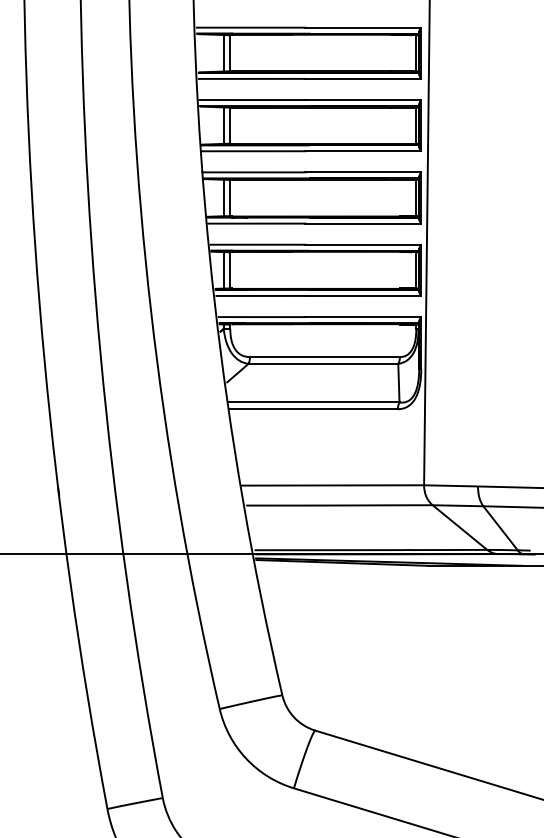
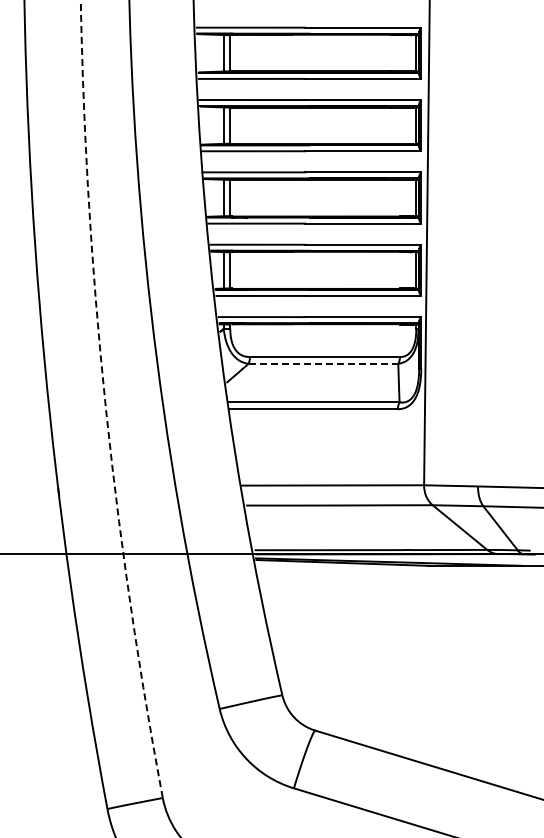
line at (323, 363): solid -> dashed
arc at (105, 402): solid -> dashed
